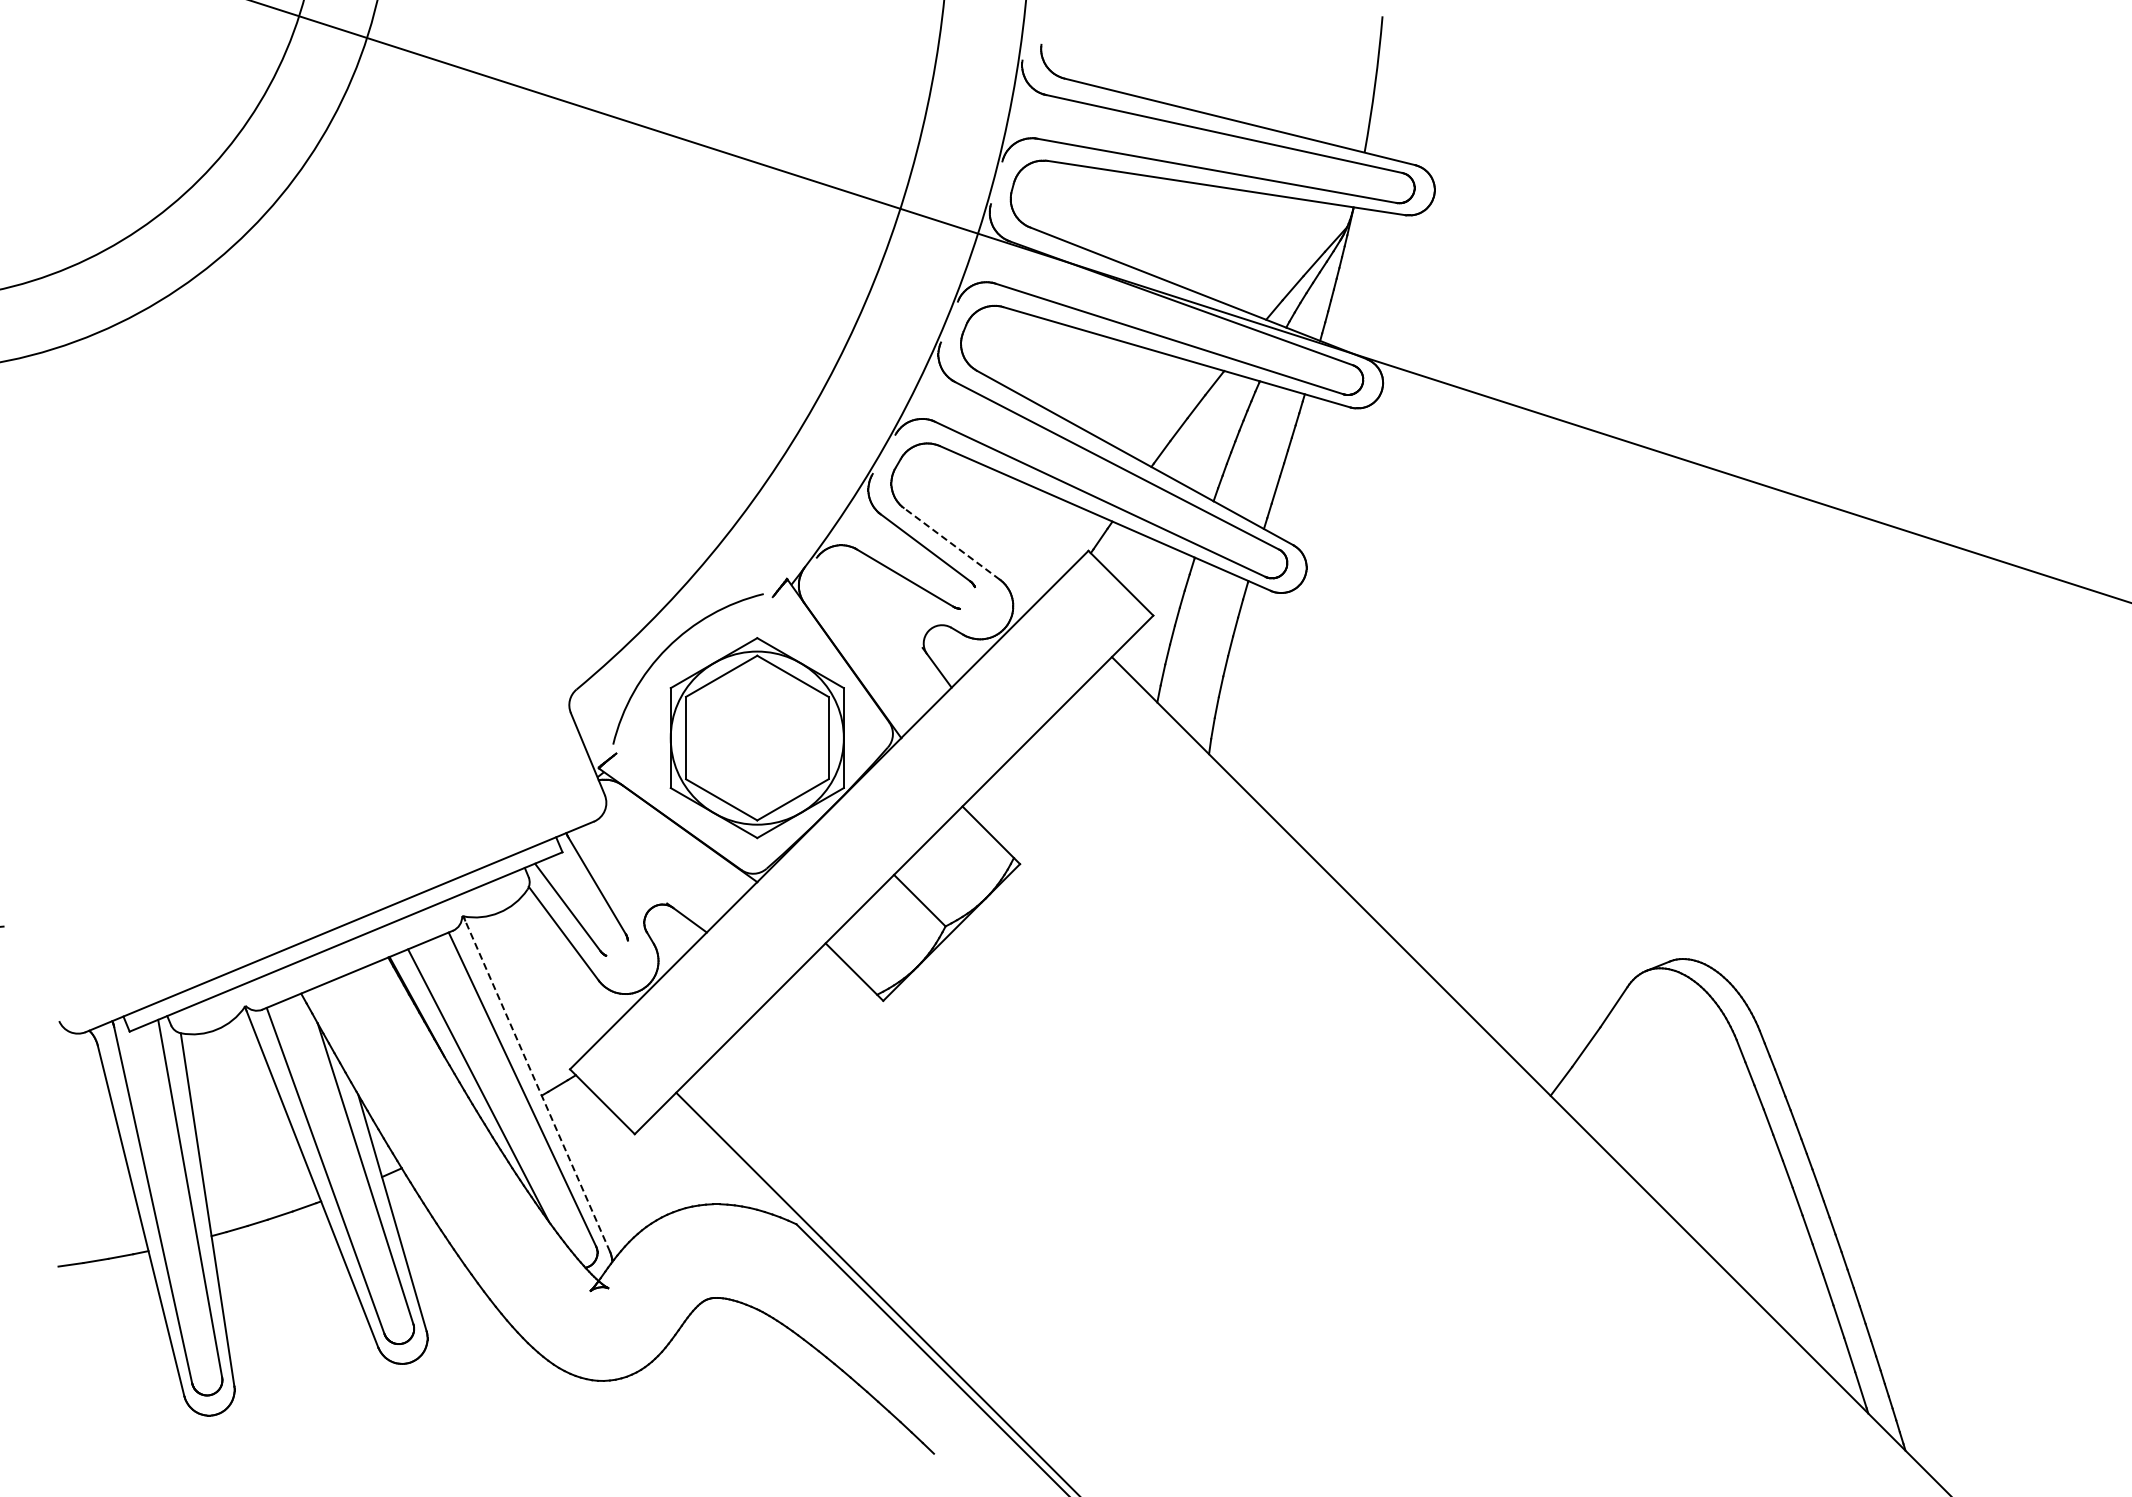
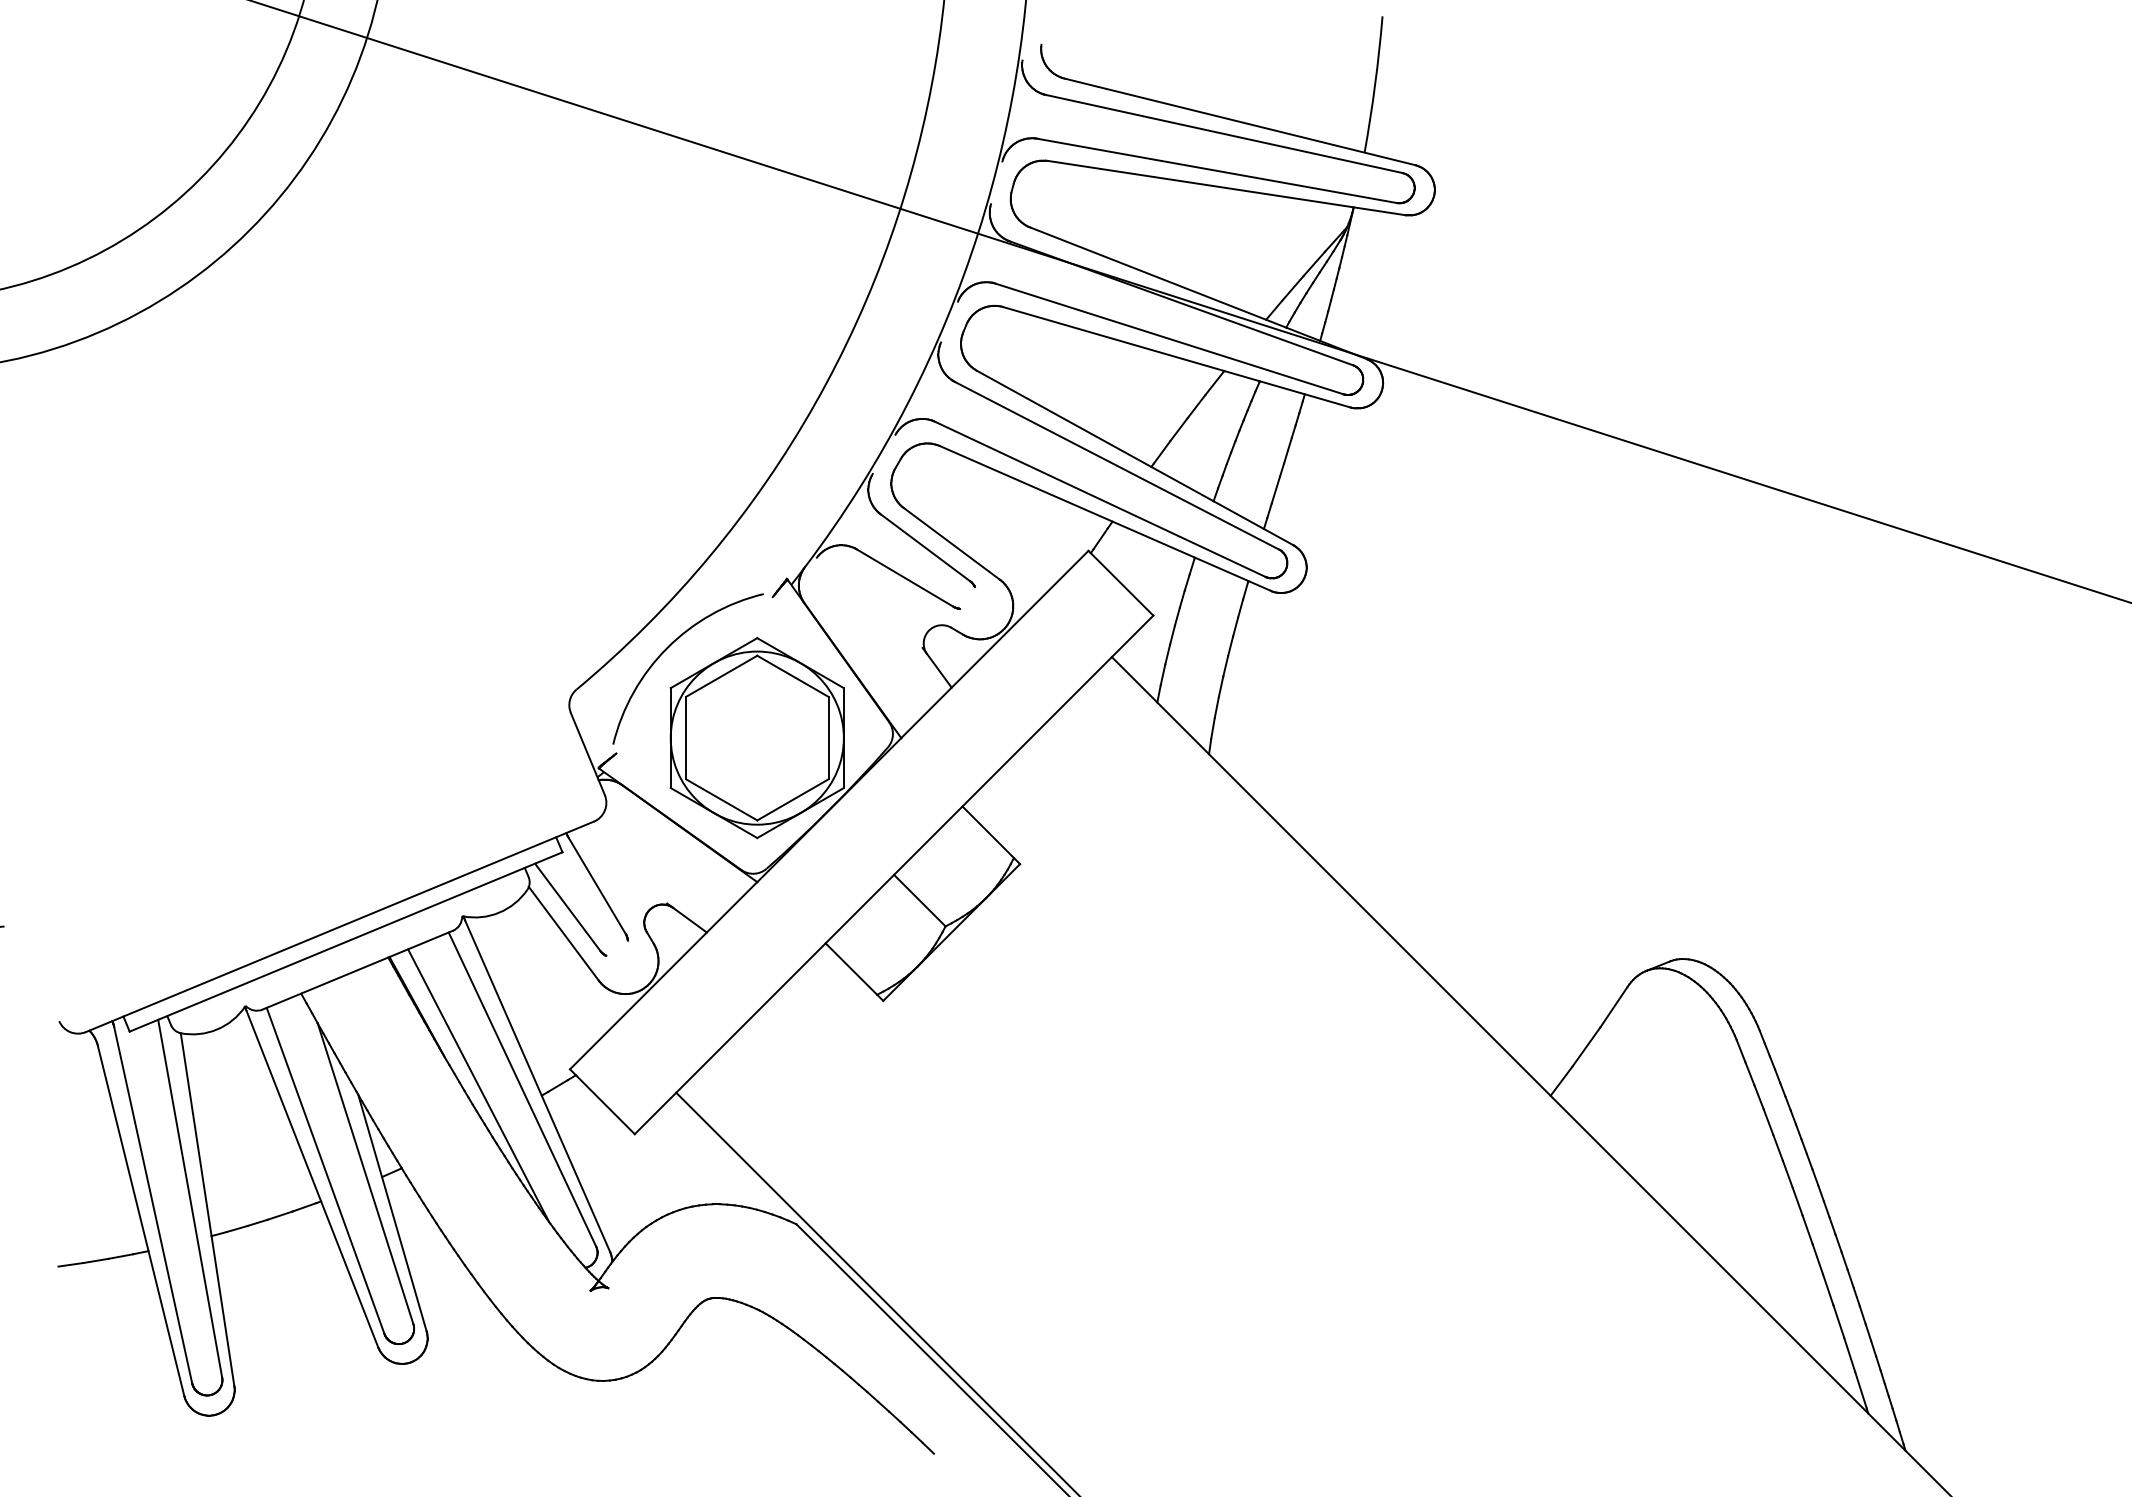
line at (951, 543): dashed -> solid
line at (537, 1086): dashed -> solid
